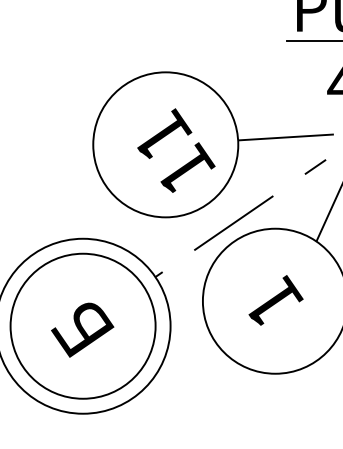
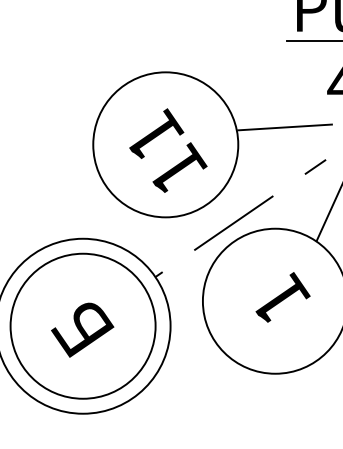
line at (288, 137) position: (288, 137) -> (288, 127)
text at (176, 150) position: (176, 150) -> (168, 150)
text at (275, 300) position: (275, 300) -> (282, 297)
